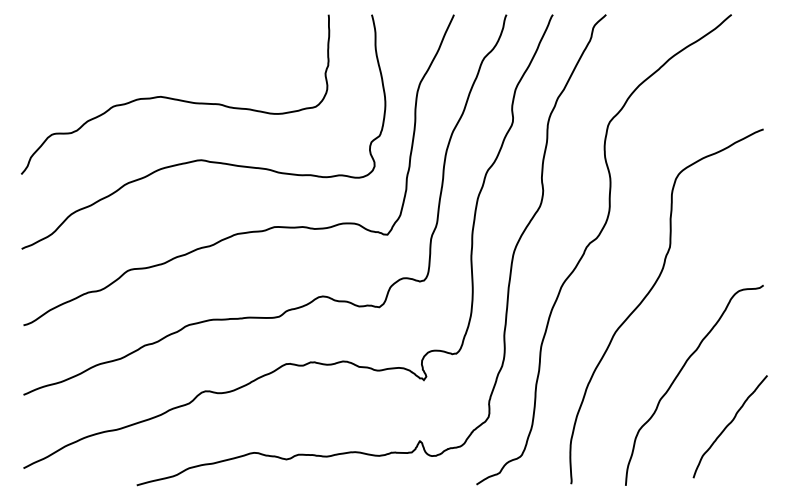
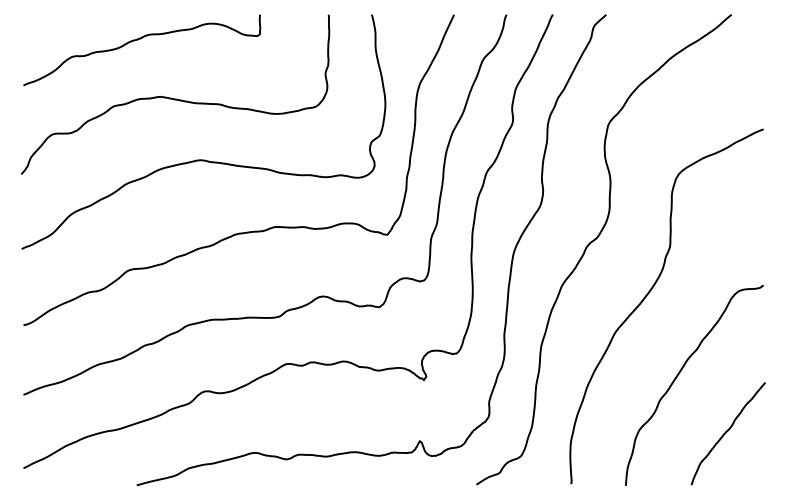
curve at (138, 40): none -> present
curve at (729, 425) position: (729, 425) -> (727, 432)
